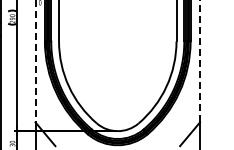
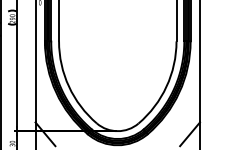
line at (200, 60): dashed -> solid
line at (35, 61): dashed -> solid
